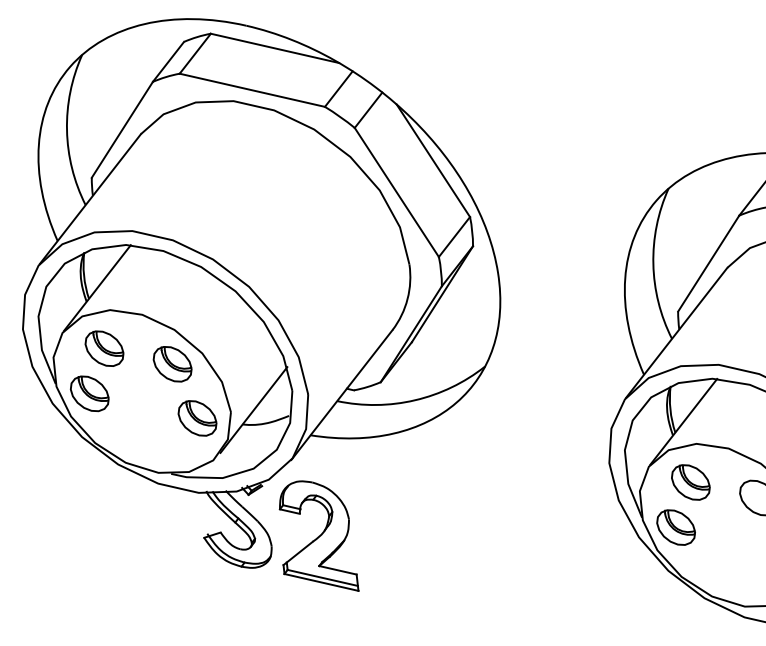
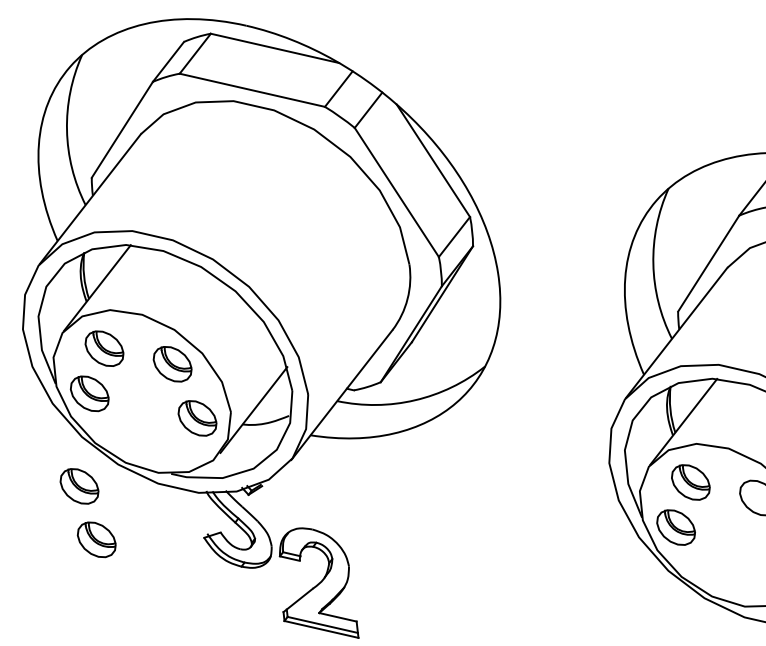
part at (79, 486): none -> present
part at (318, 535) position: (318, 535) -> (318, 582)
part at (96, 539): none -> present
